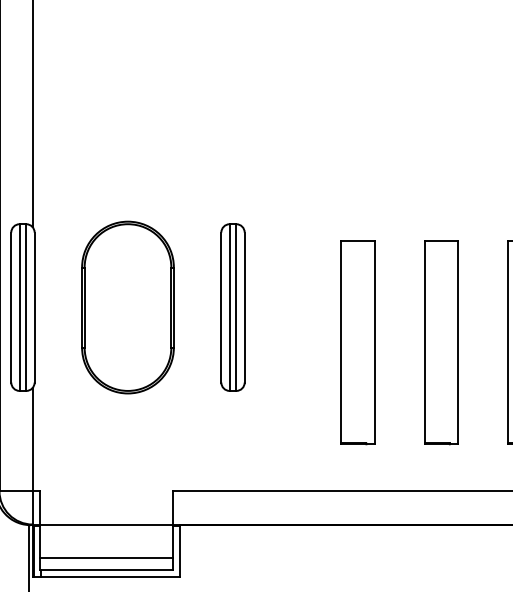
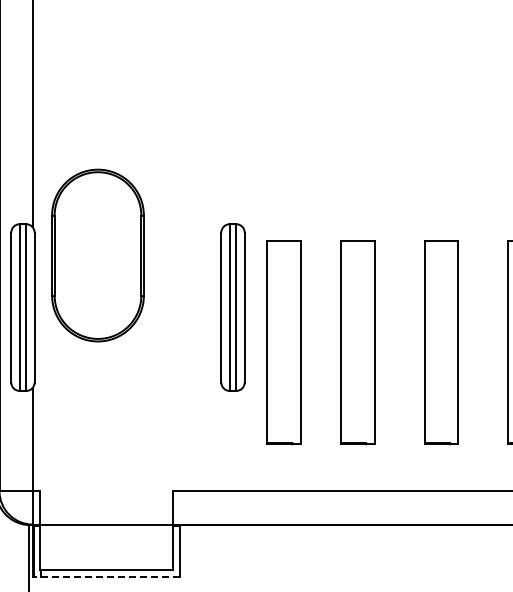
part at (127, 307) position: (127, 307) -> (97, 255)
part at (283, 342): none -> present
line at (106, 557): present -> none
line at (105, 576): solid -> dashed
